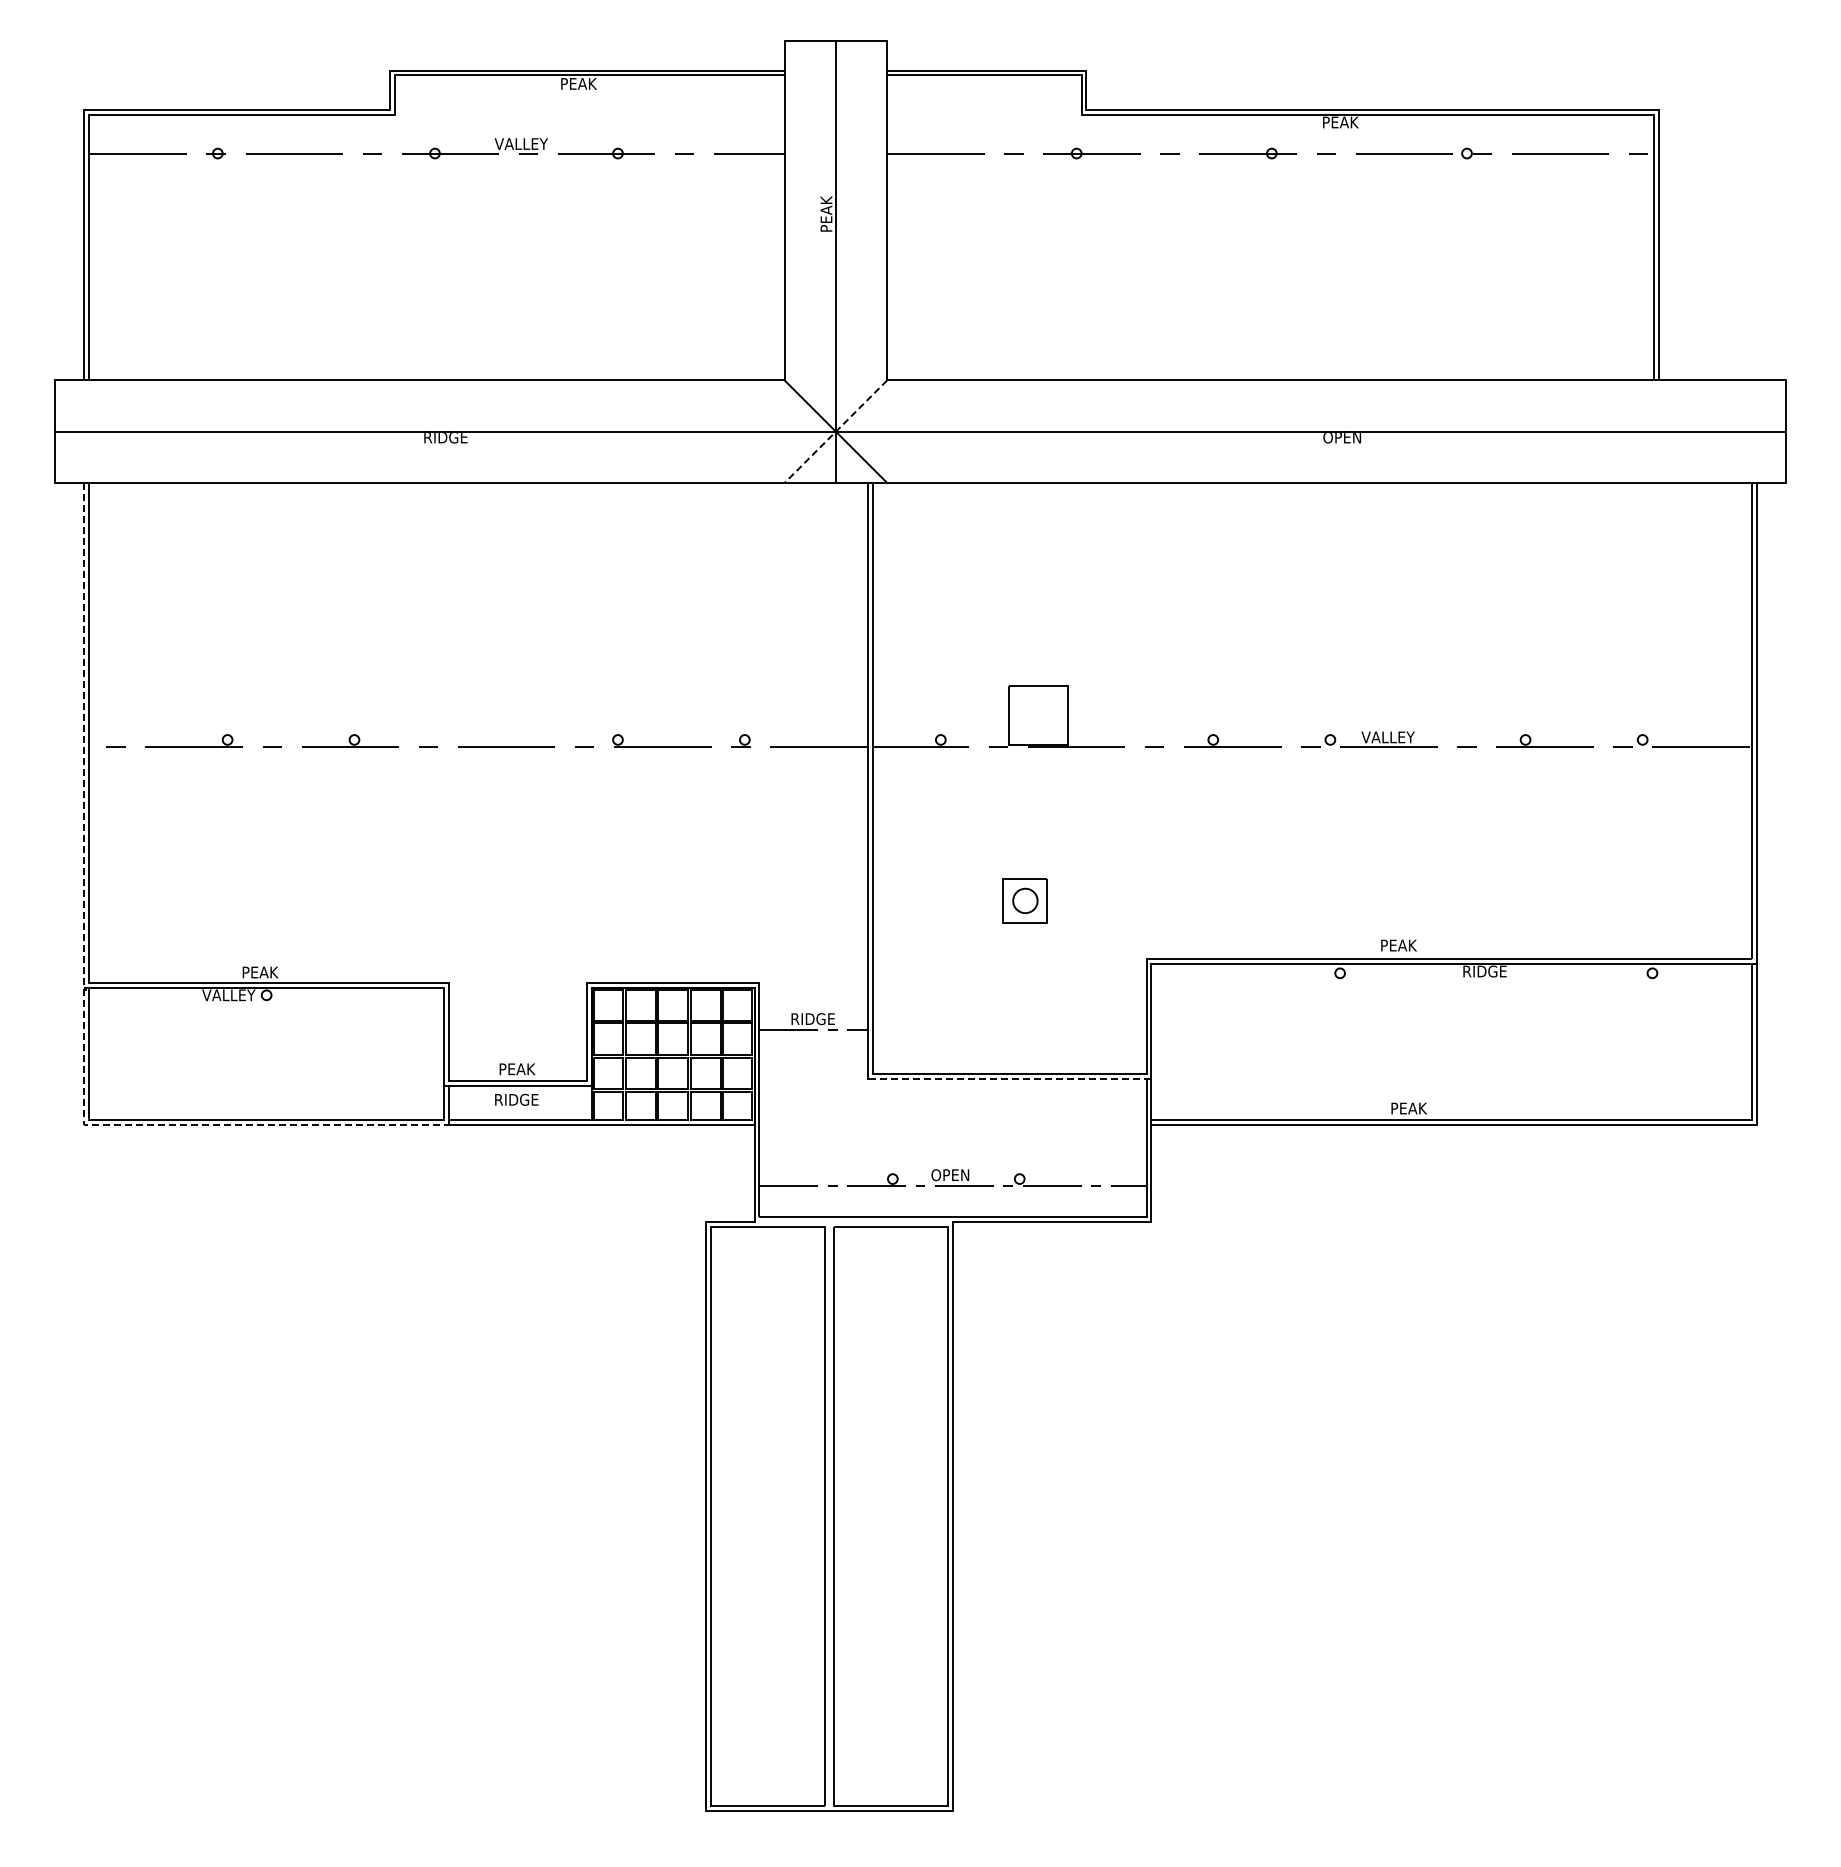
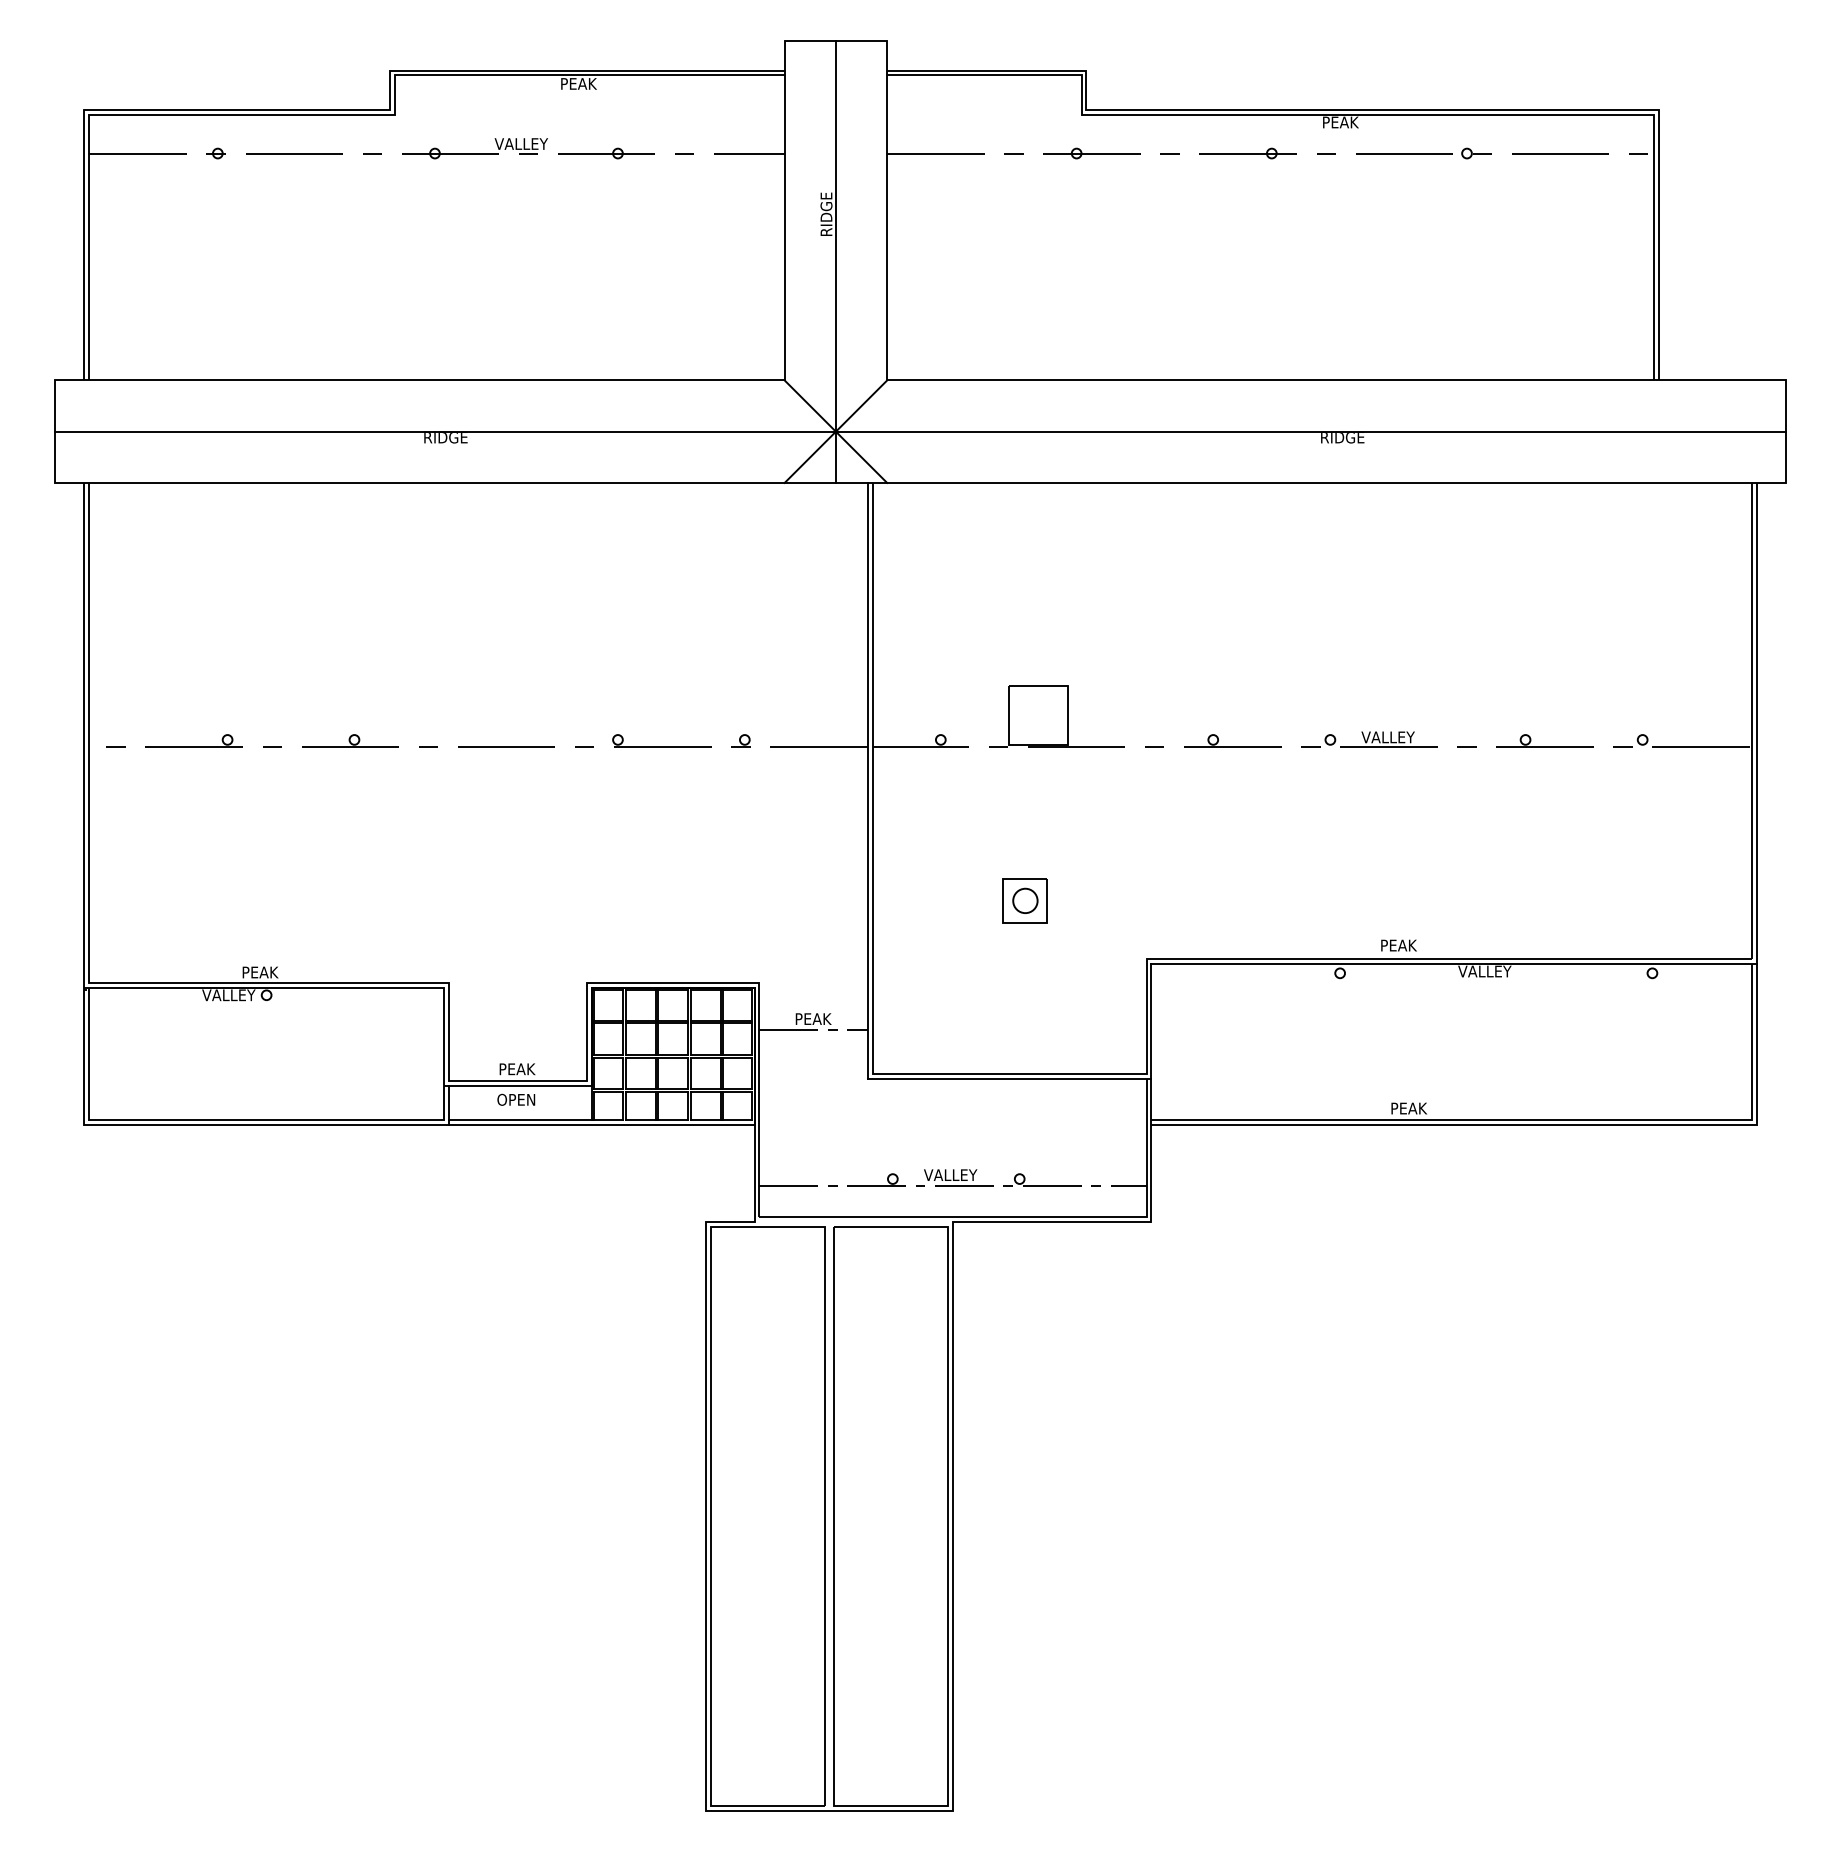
text at (826, 213): PEAK -> RIDGE
line at (835, 432): dashed -> solid
text at (1342, 438): OPEN -> RIDGE
text at (1484, 971): RIDGE -> VALLEY
line at (84, 986): dashed -> solid
text at (812, 1019): RIDGE -> PEAK
line at (1009, 1079): dashed -> solid
text at (516, 1099): RIDGE -> OPEN
text at (950, 1175): OPEN -> VALLEY
